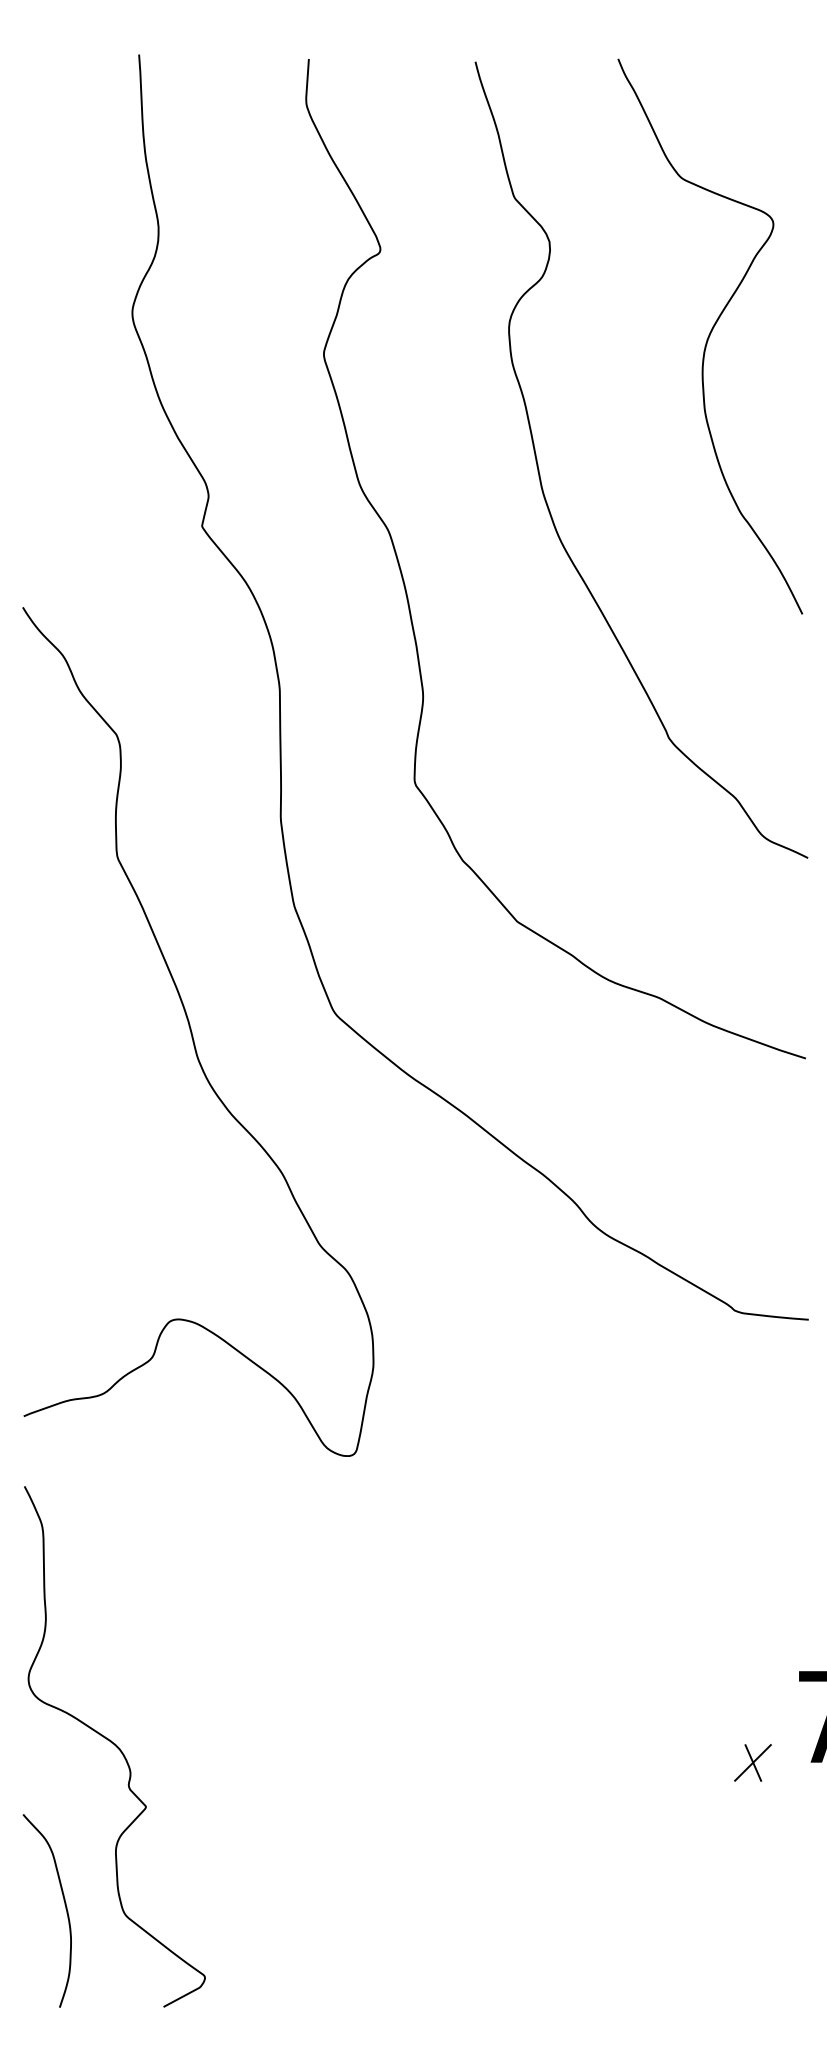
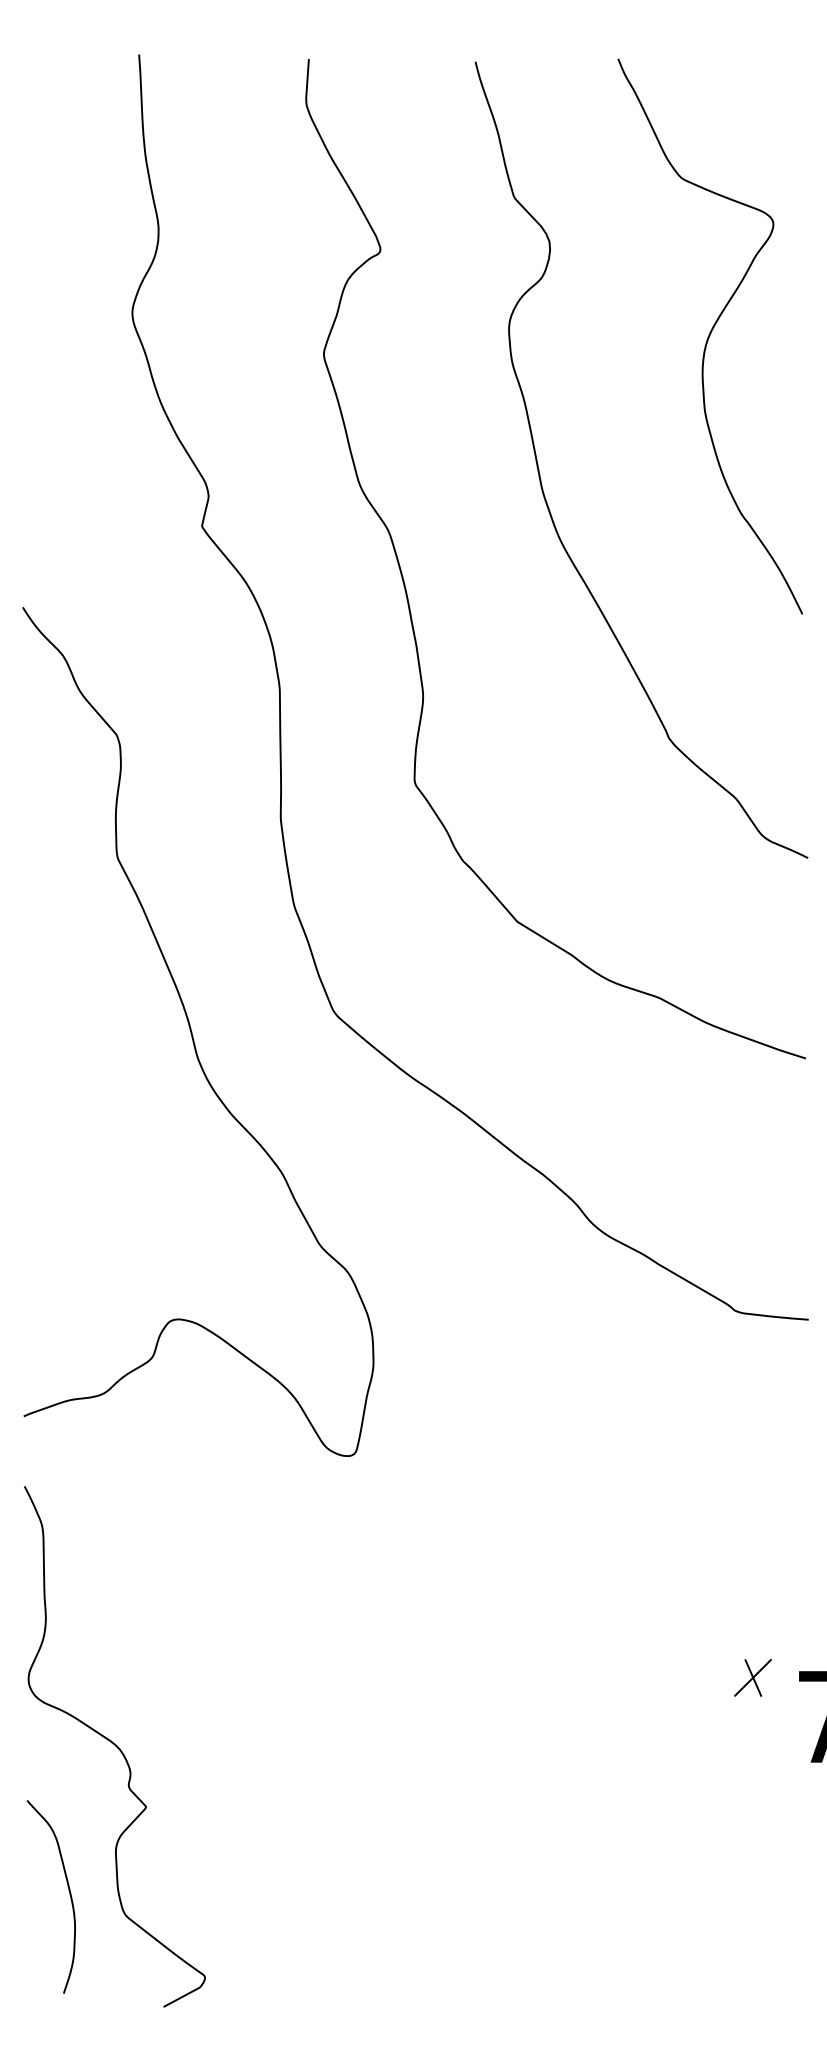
part at (752, 1762) position: (752, 1762) -> (752, 1677)
curve at (64, 1904) position: (64, 1904) -> (68, 1890)
